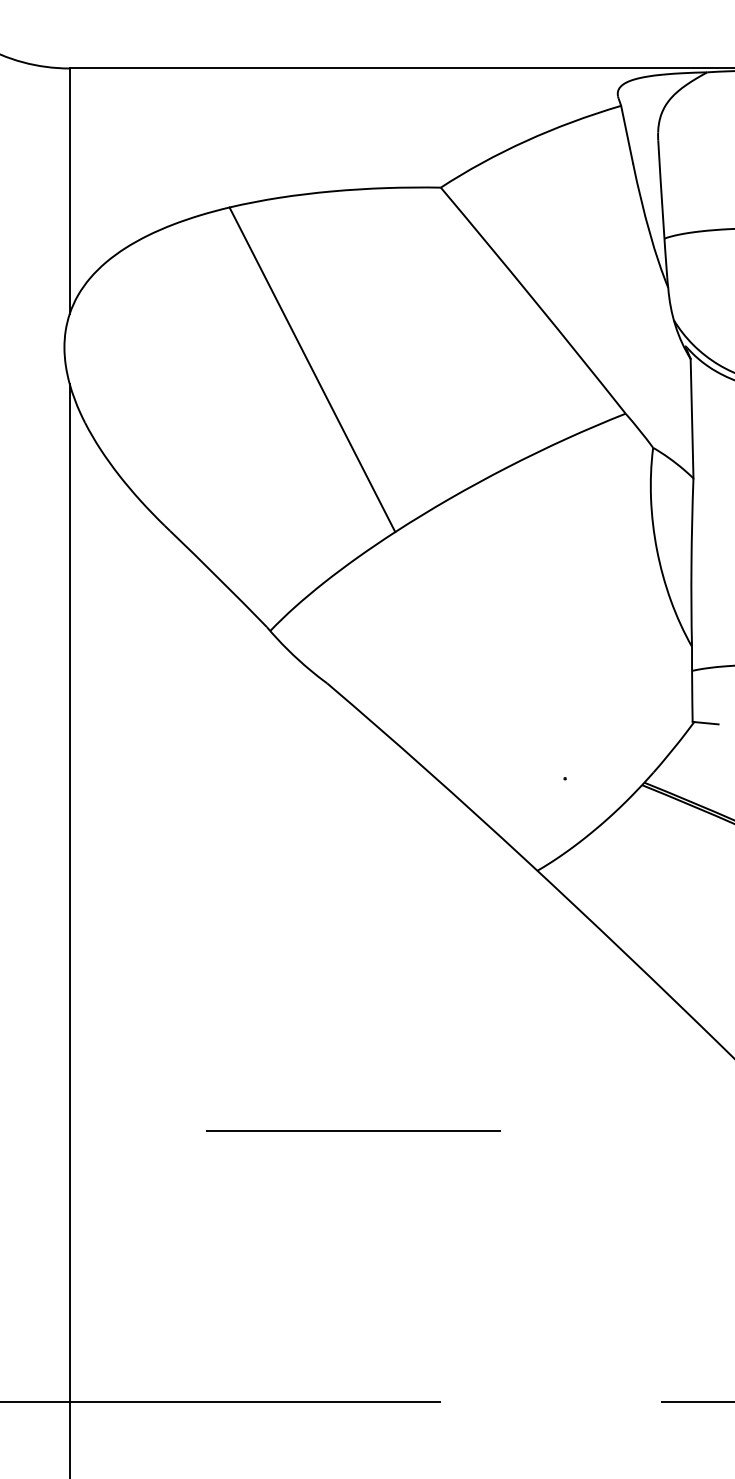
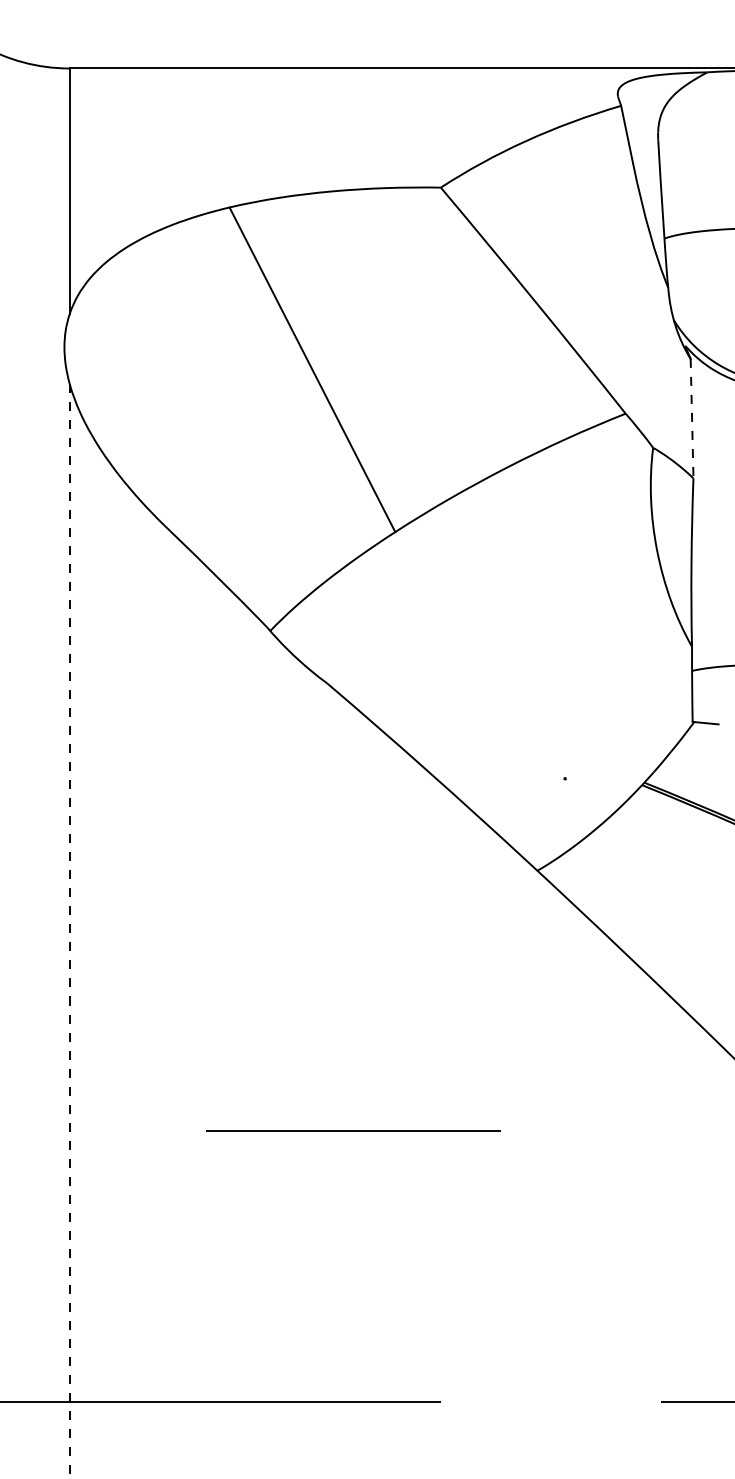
line at (692, 418): solid -> dashed
line at (69, 931): solid -> dashed
